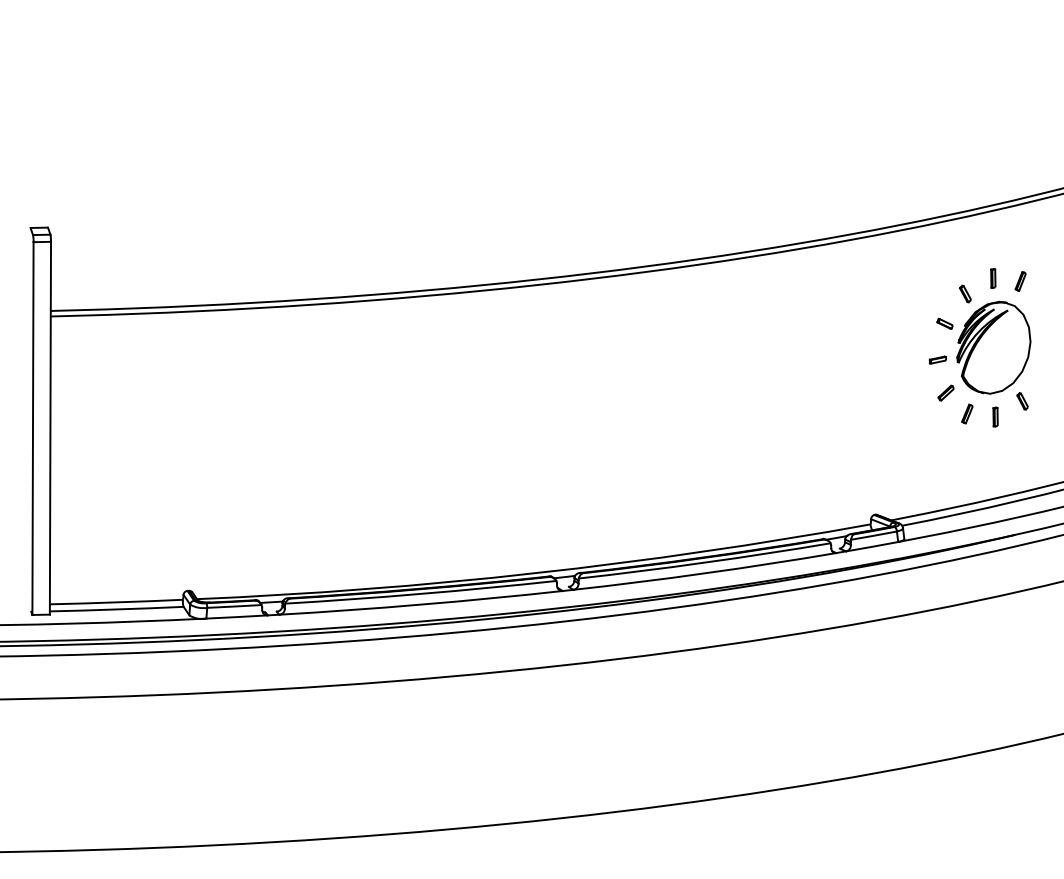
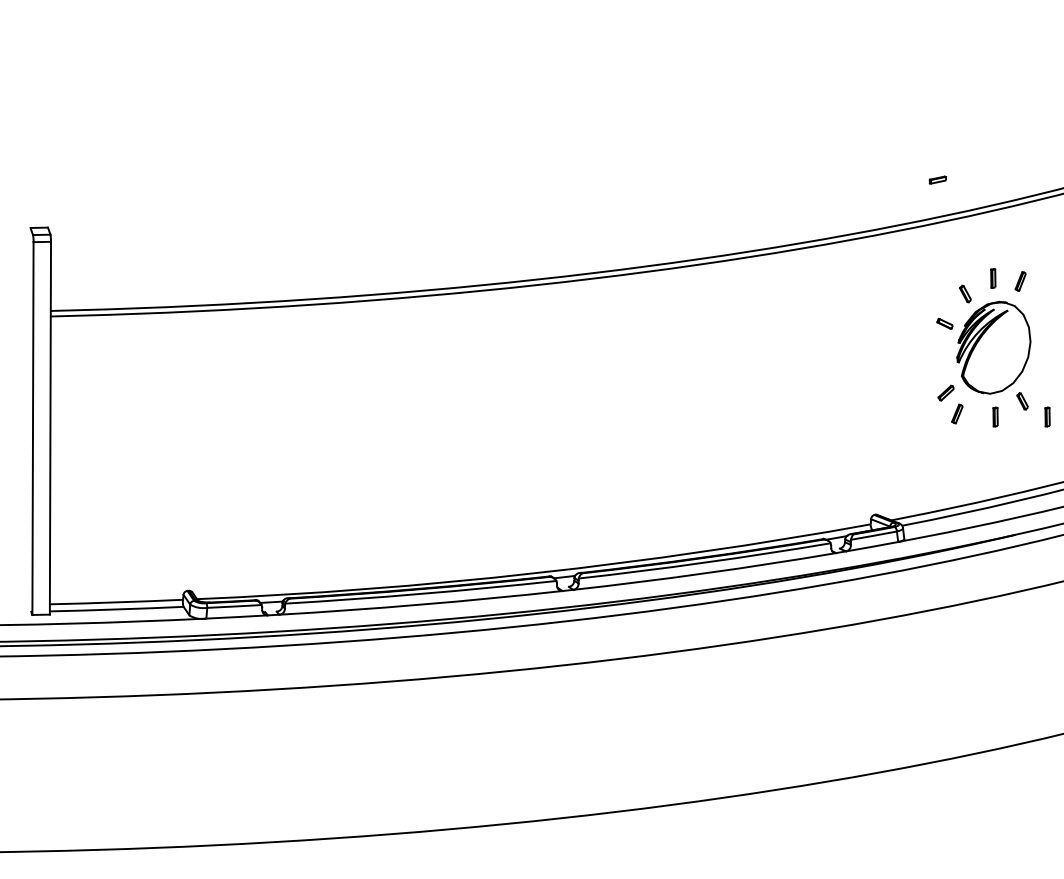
part at (937, 359) position: (937, 359) -> (937, 179)
part at (967, 413) position: (967, 413) -> (957, 413)
part at (1047, 416): none -> present
